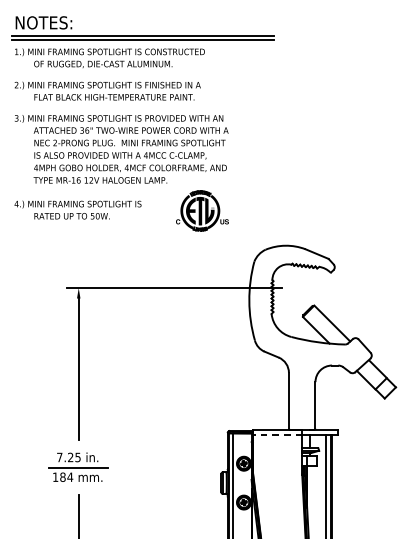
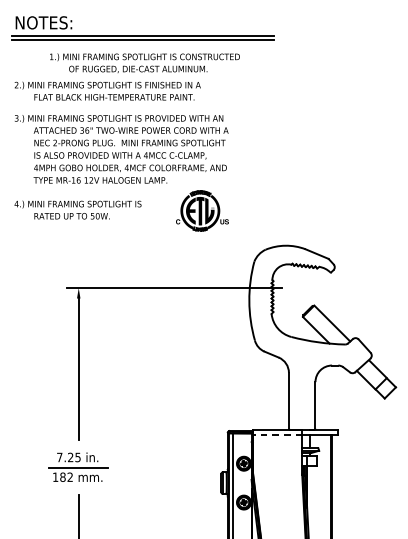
text at (109, 57) position: (109, 57) -> (144, 62)
text at (70, 476): 184 -> 182
line at (325, 485): present -> none
